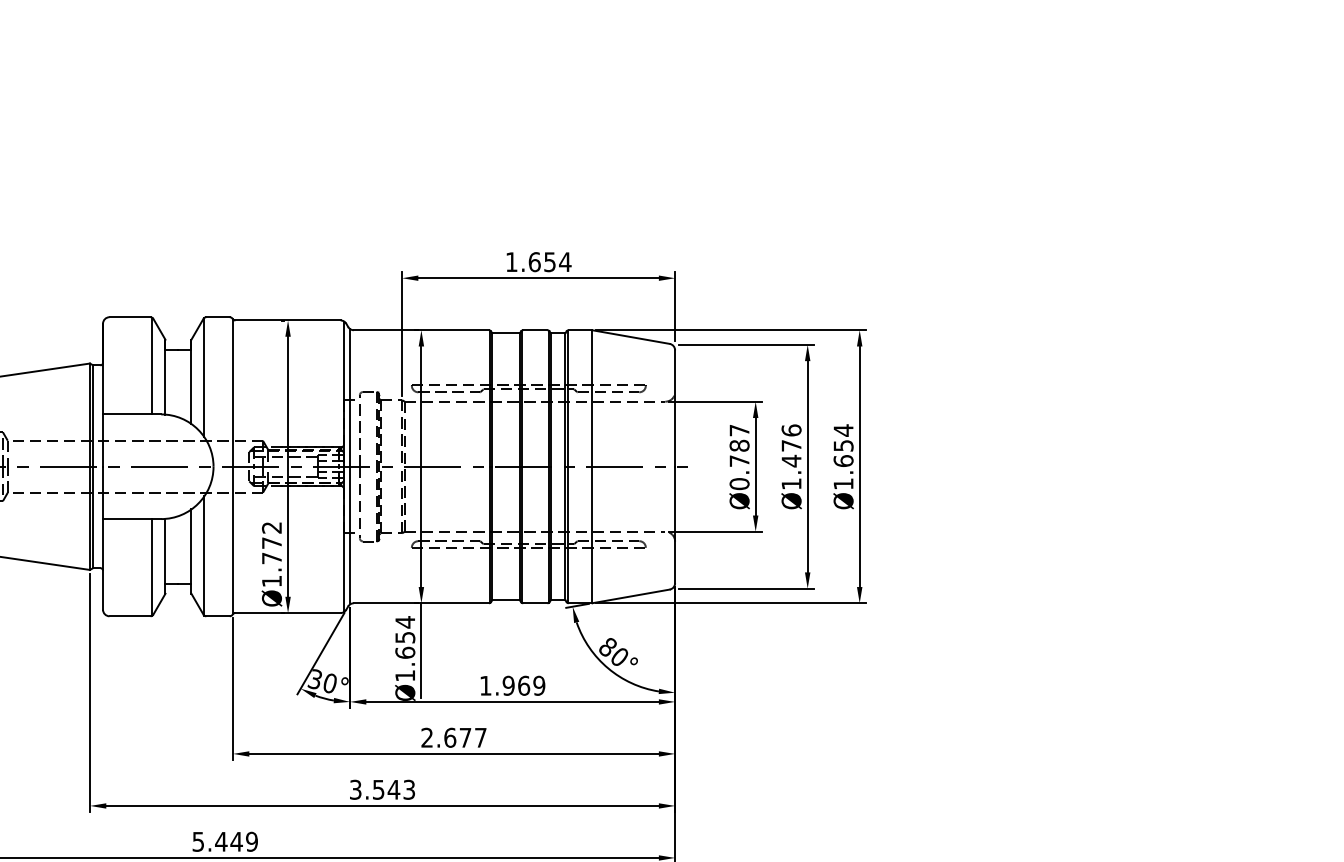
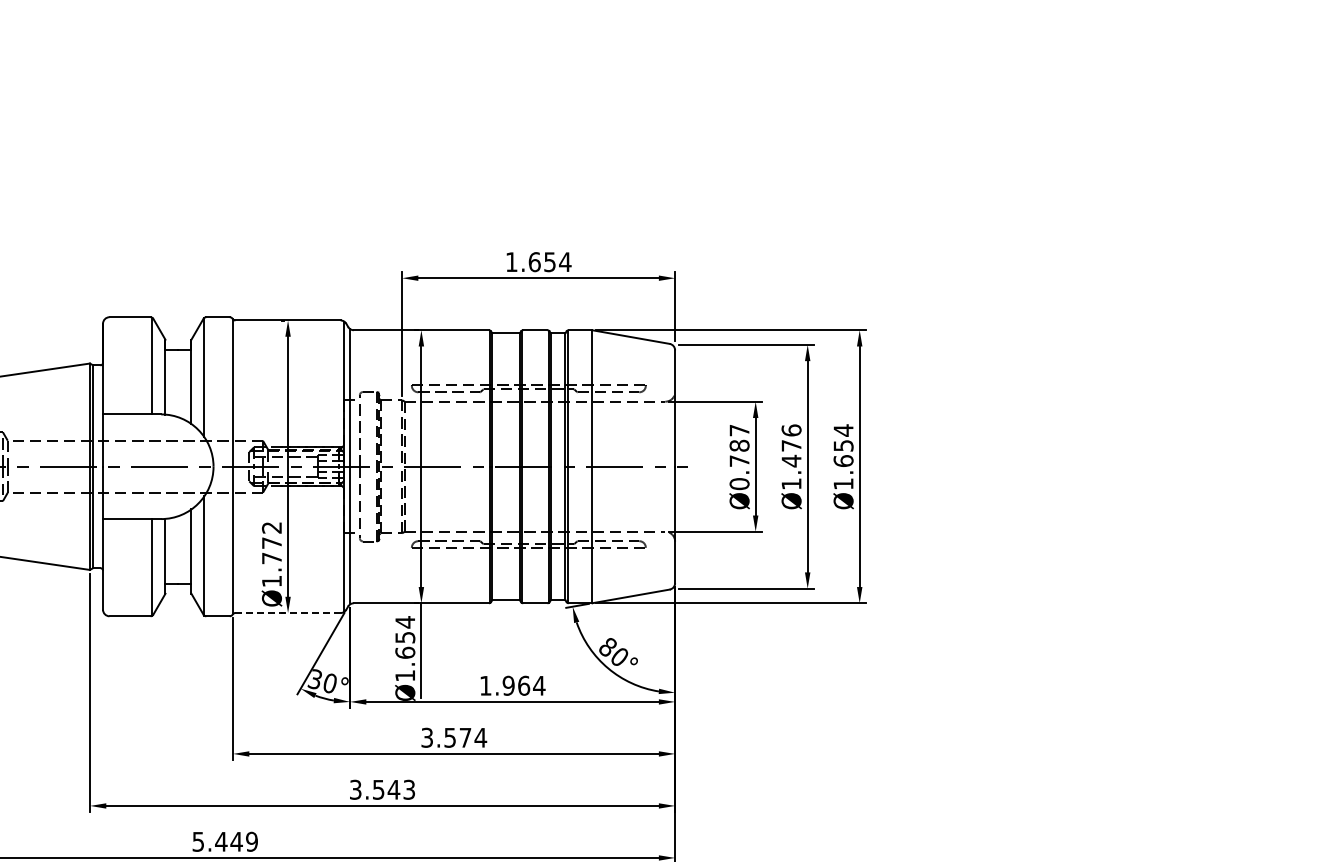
line at (288, 613): solid -> dashed
text at (539, 685): 1.969 -> 1.964
text at (454, 737): 2.677 -> 3.574
